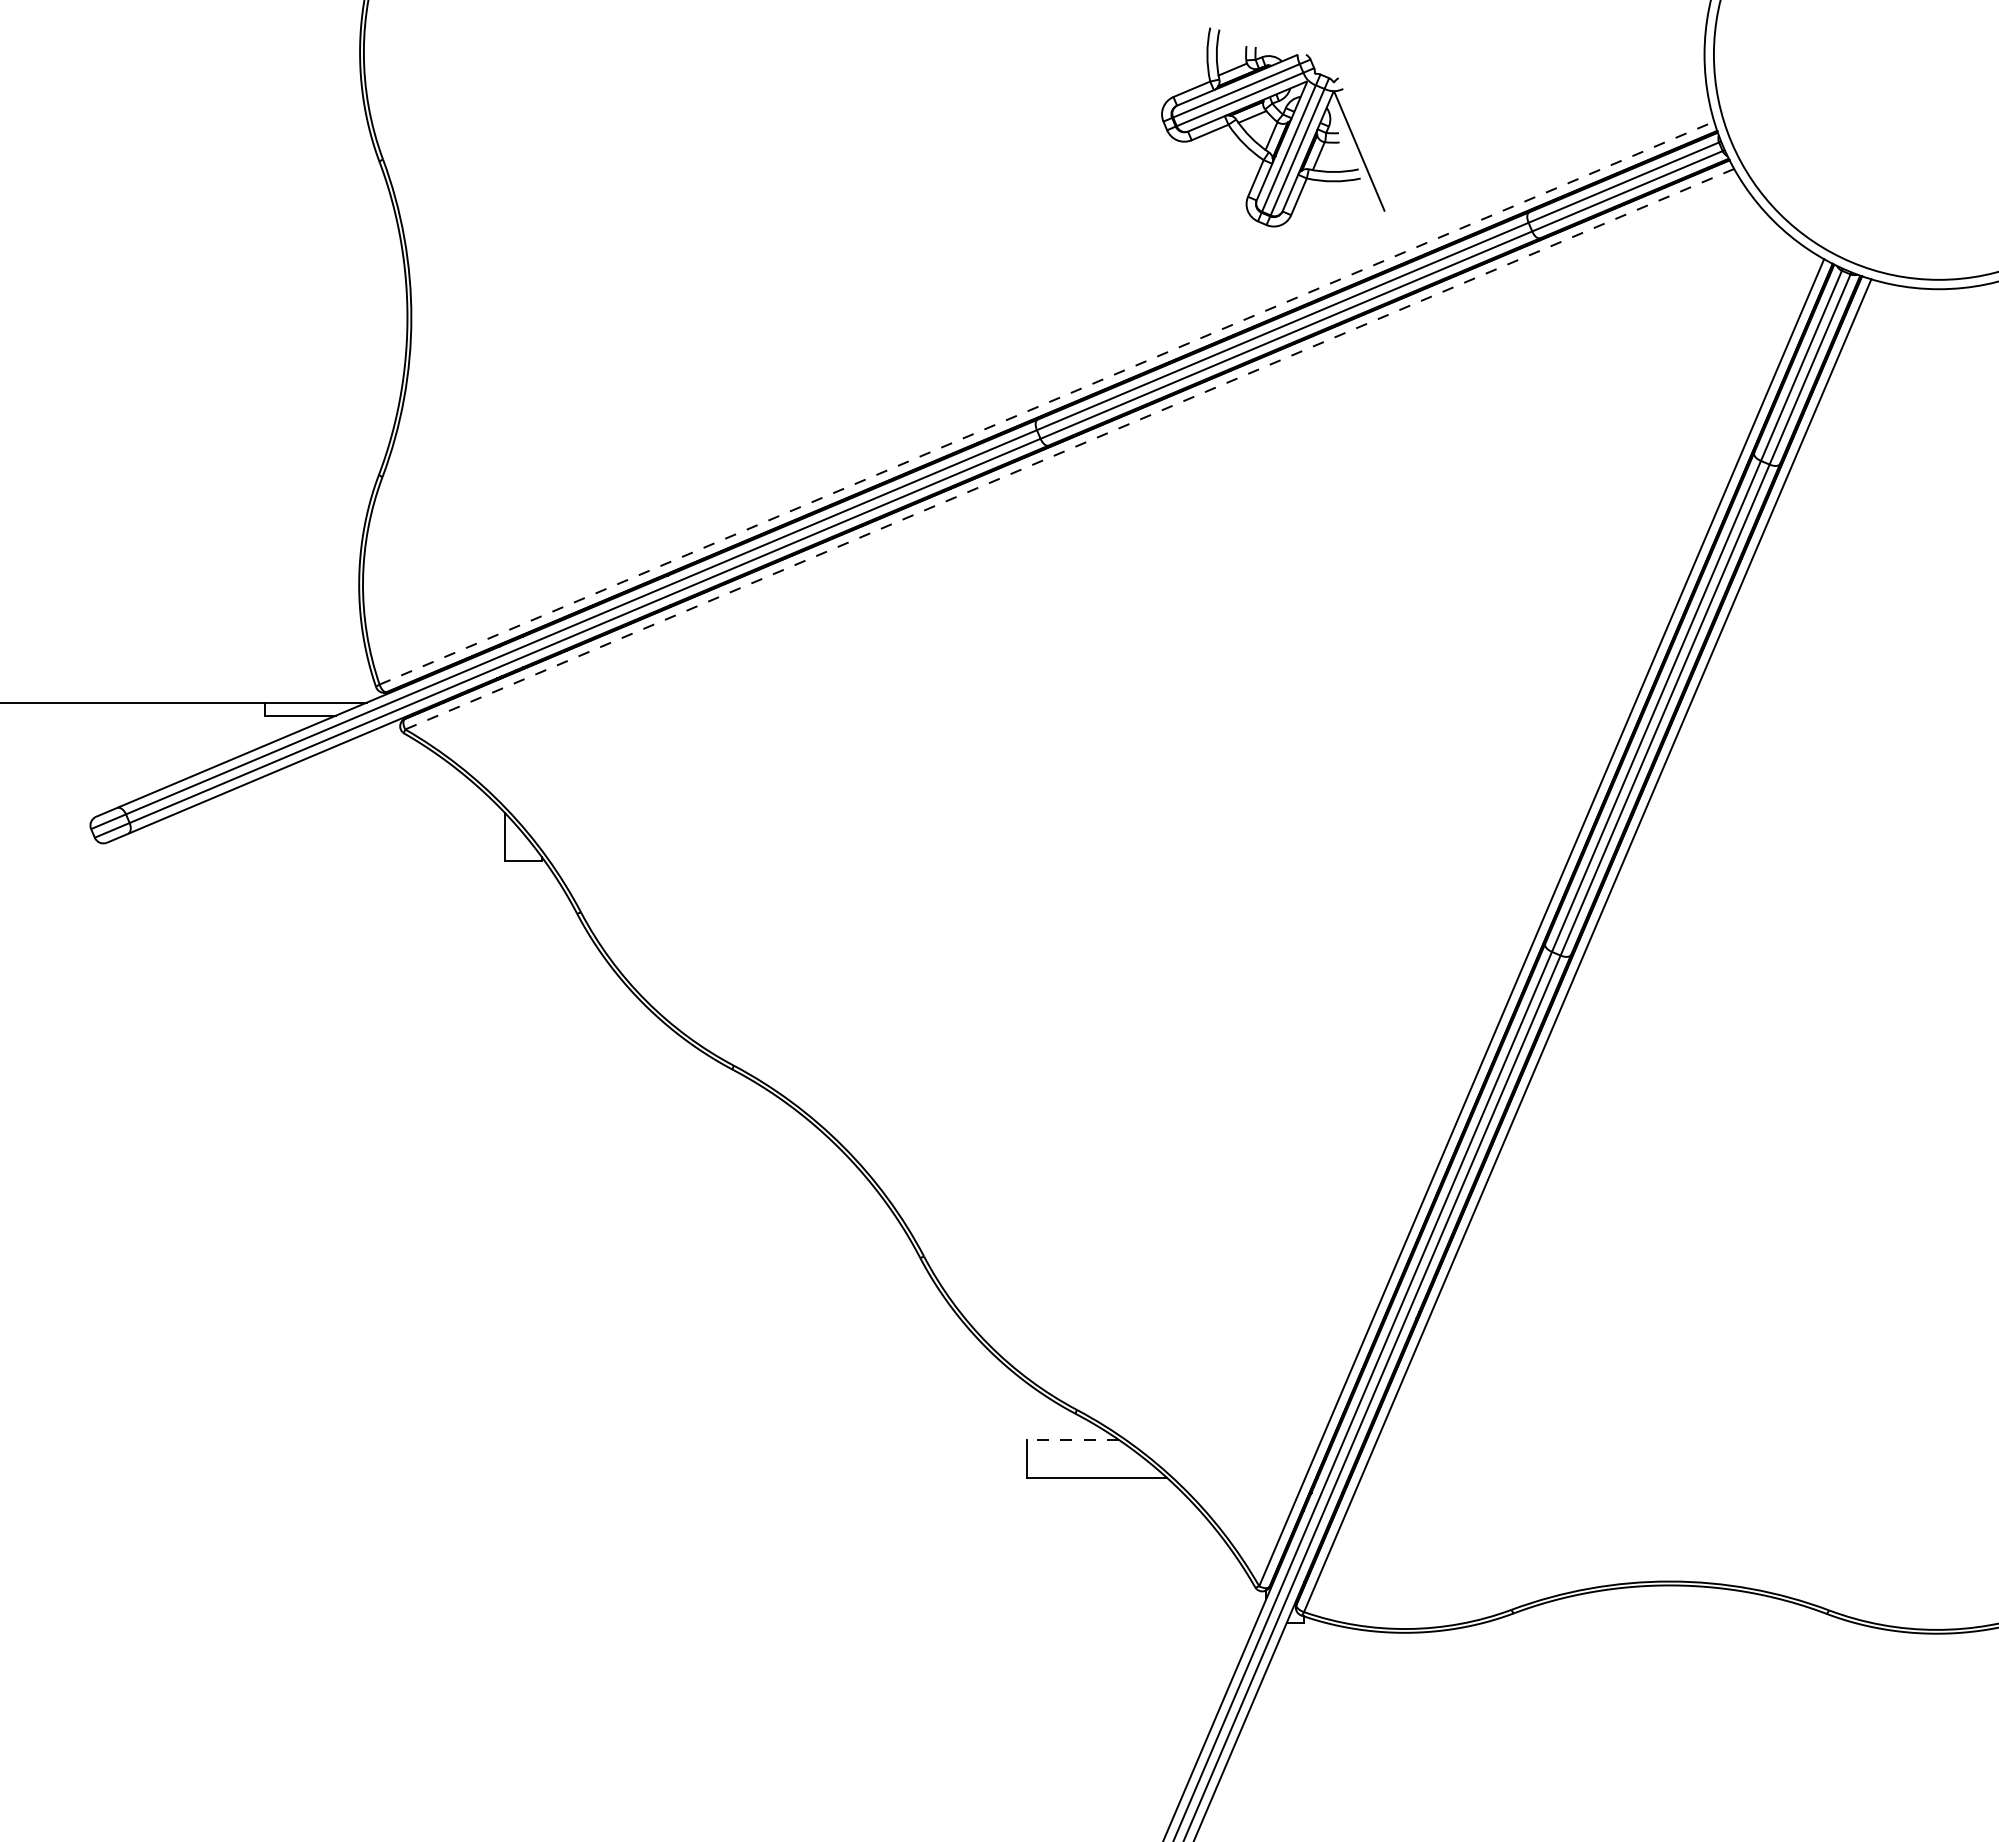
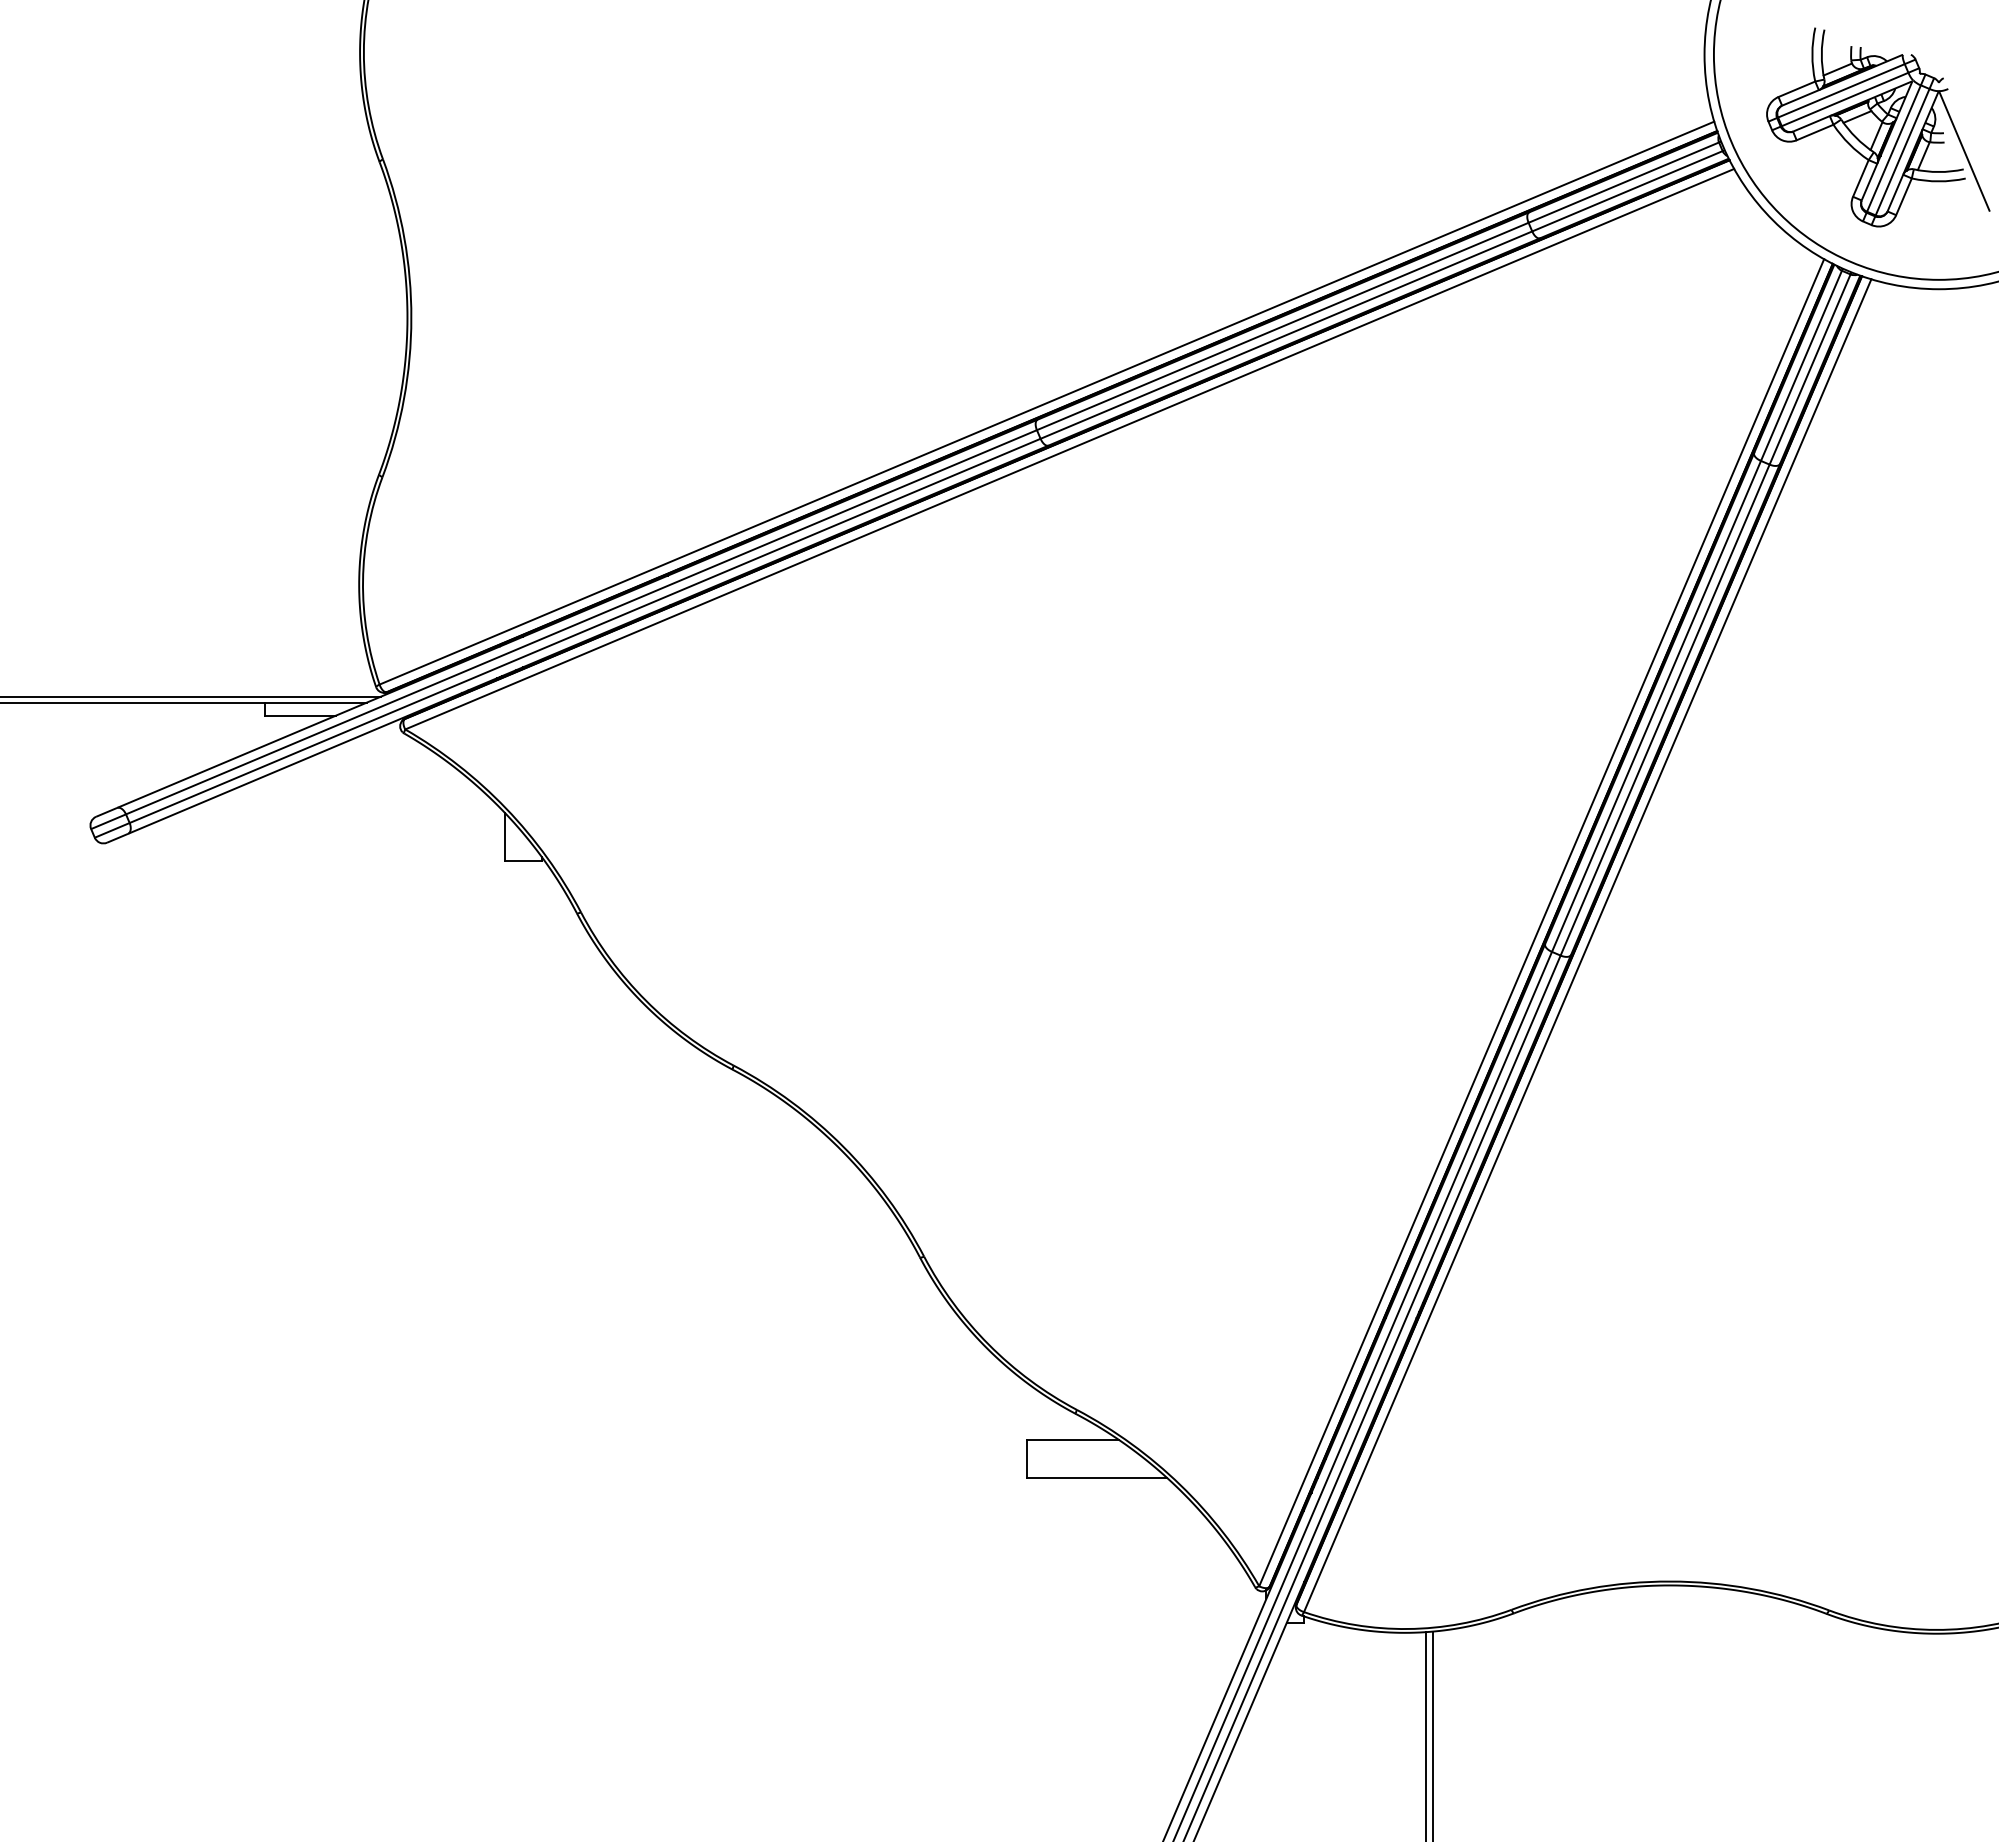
part at (1273, 127) position: (1273, 127) -> (1878, 127)
line at (1047, 402): dashed -> solid
line at (1069, 449): dashed -> solid
line at (191, 696): none -> present
line at (1073, 1440): dashed -> solid
line at (1432, 1734): none -> present
line at (1425, 1735): none -> present
